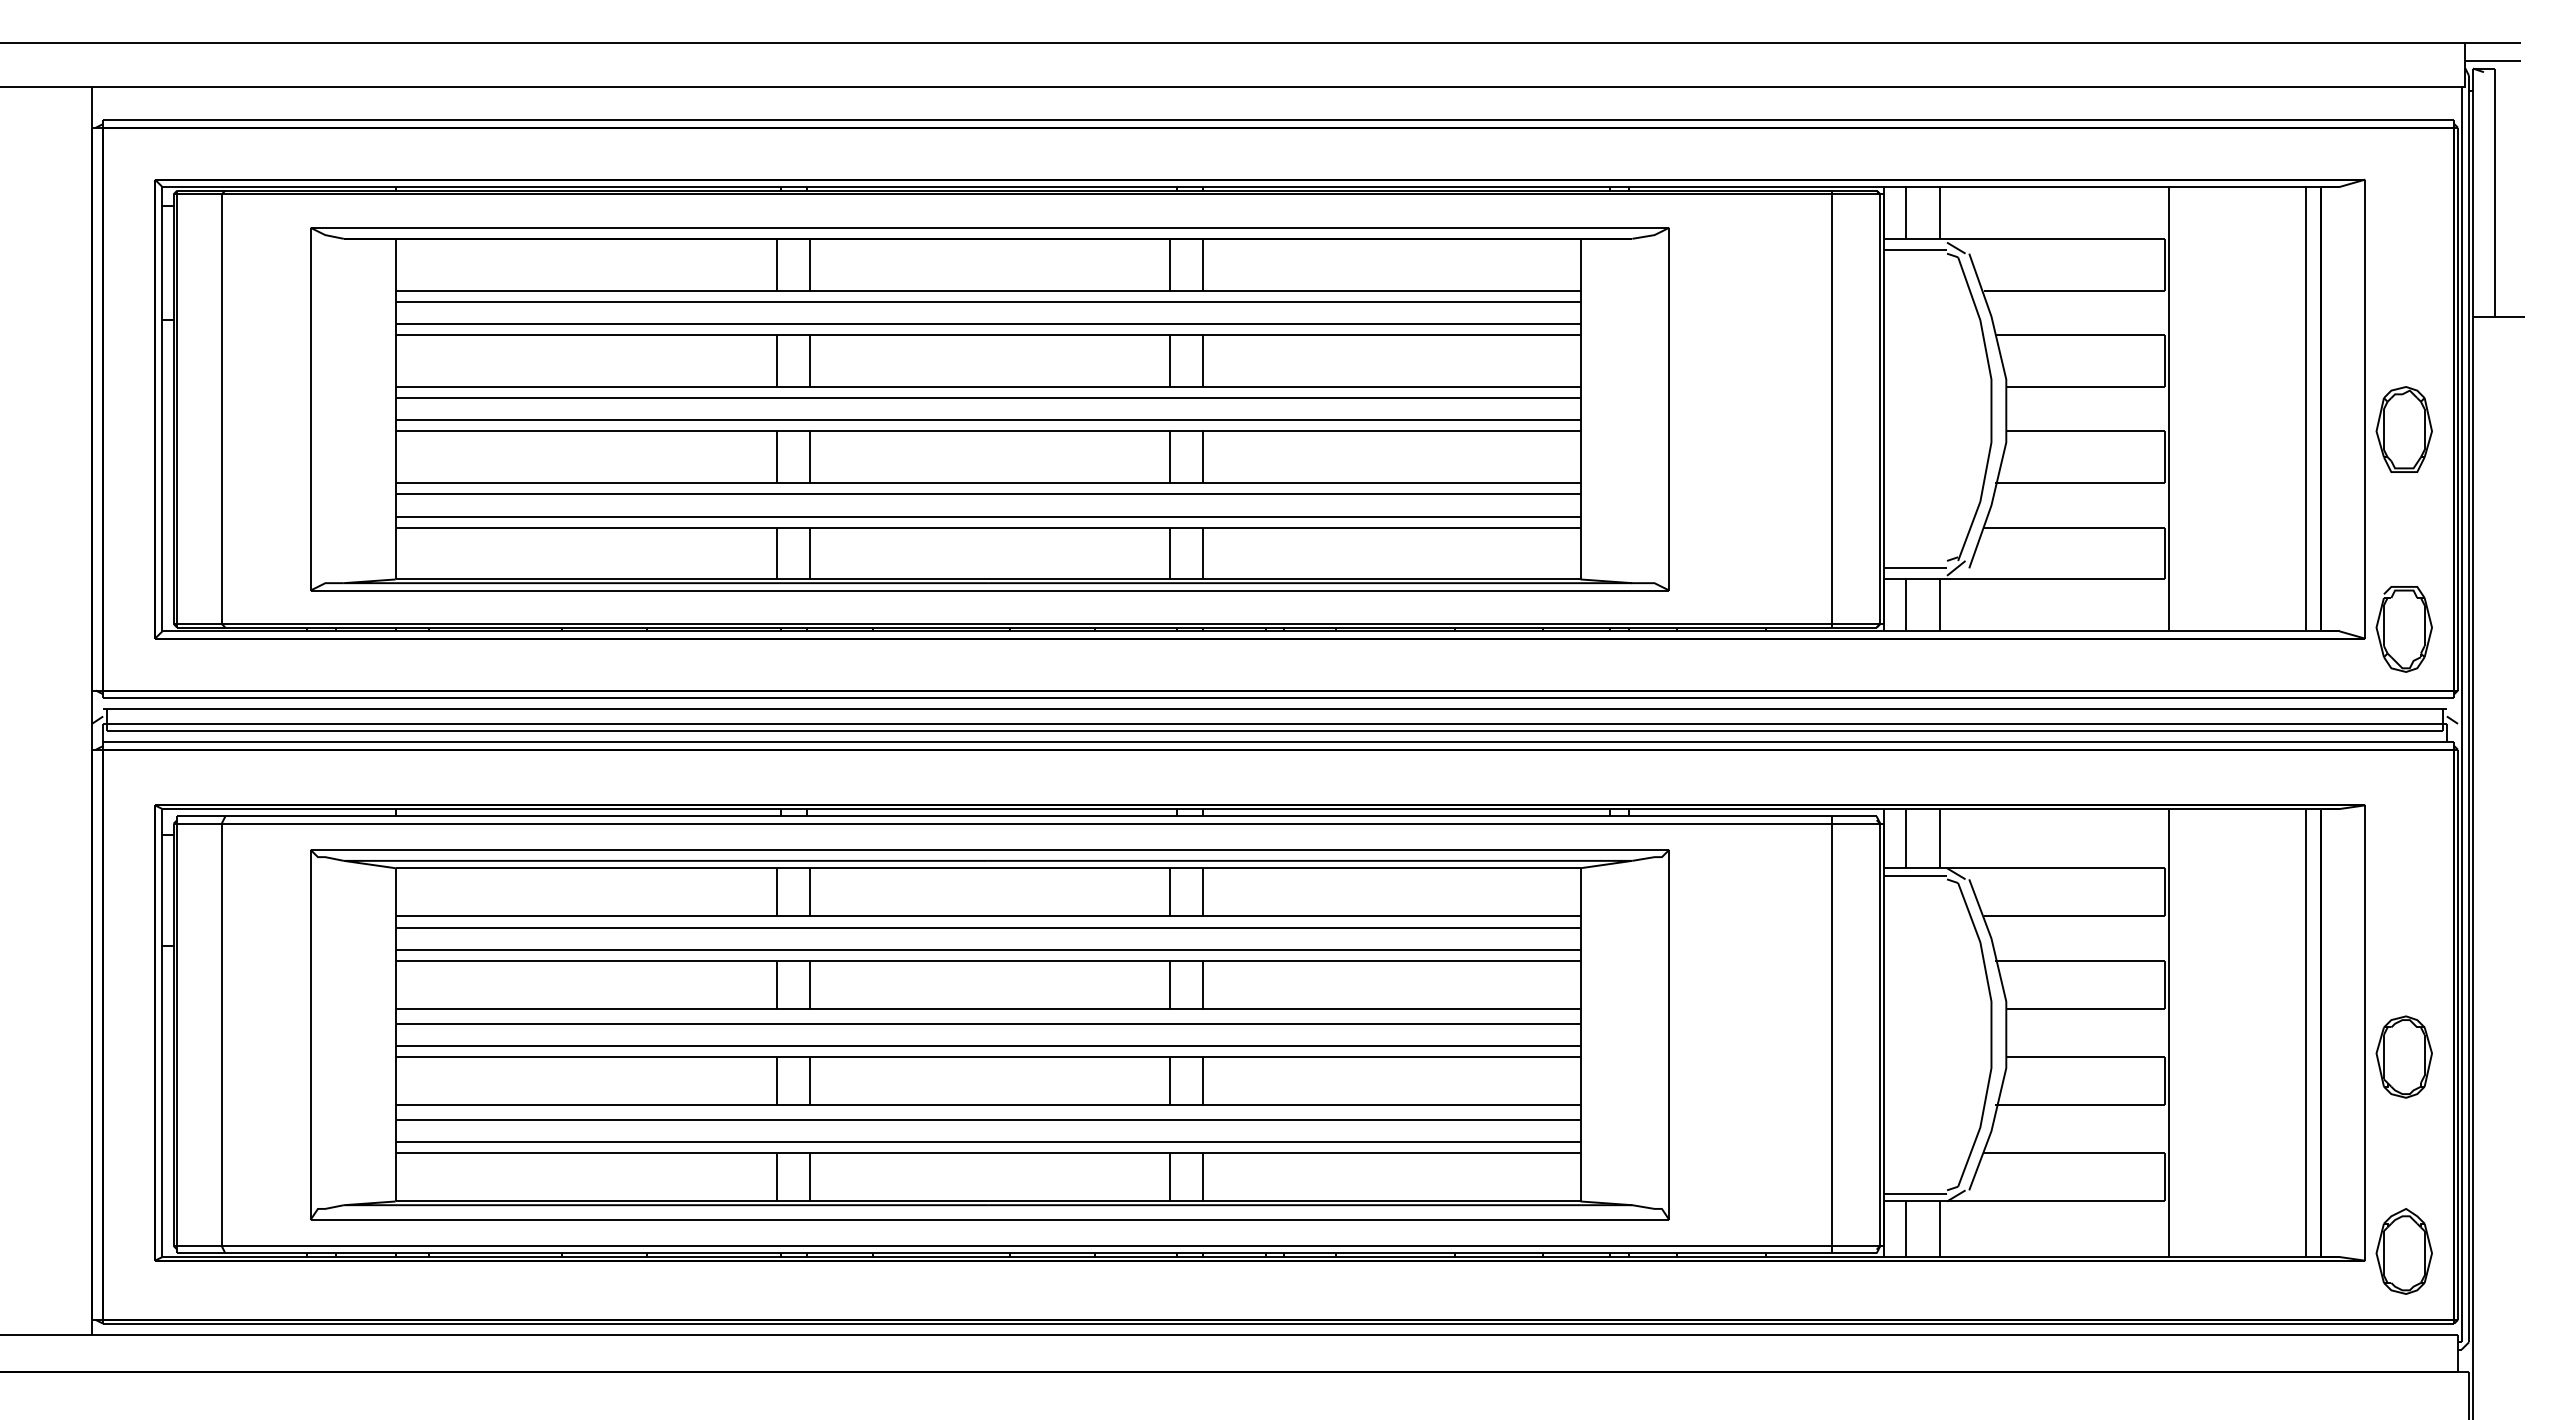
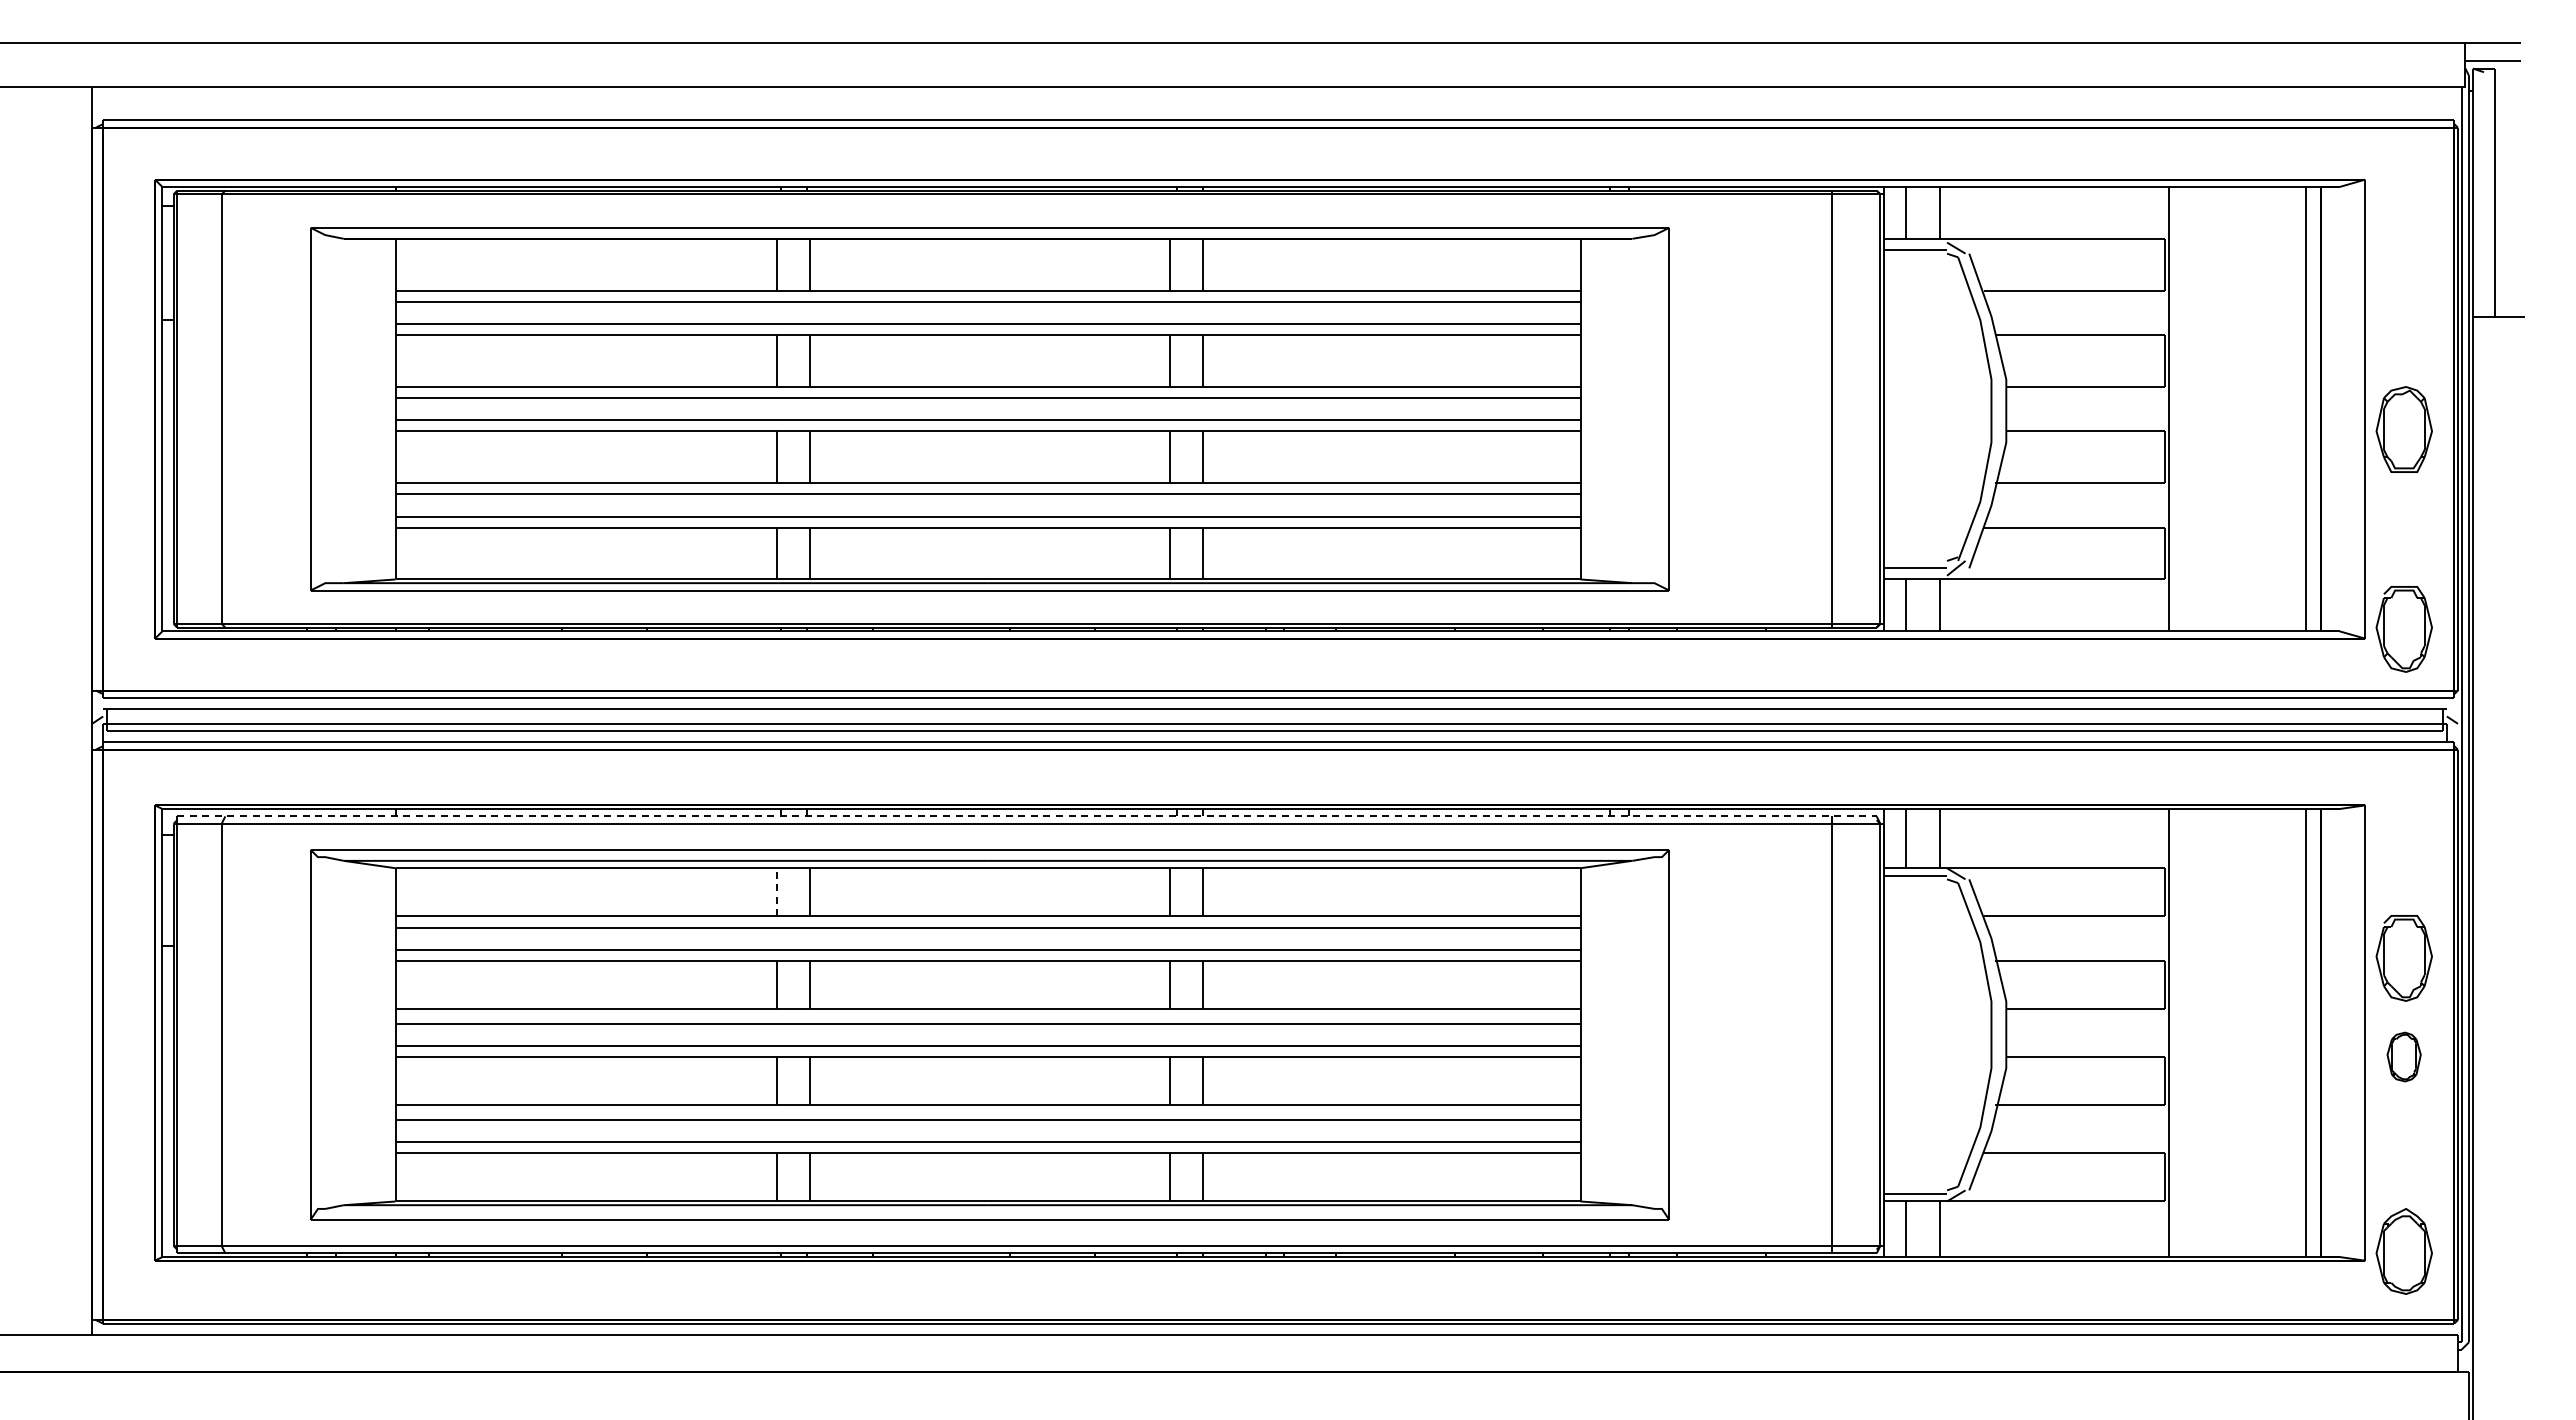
line at (1026, 816): solid -> dashed
line at (777, 891): solid -> dashed
part at (2403, 958): none -> present
part at (2403, 1056) size: 58x84 px -> 36x52 px
